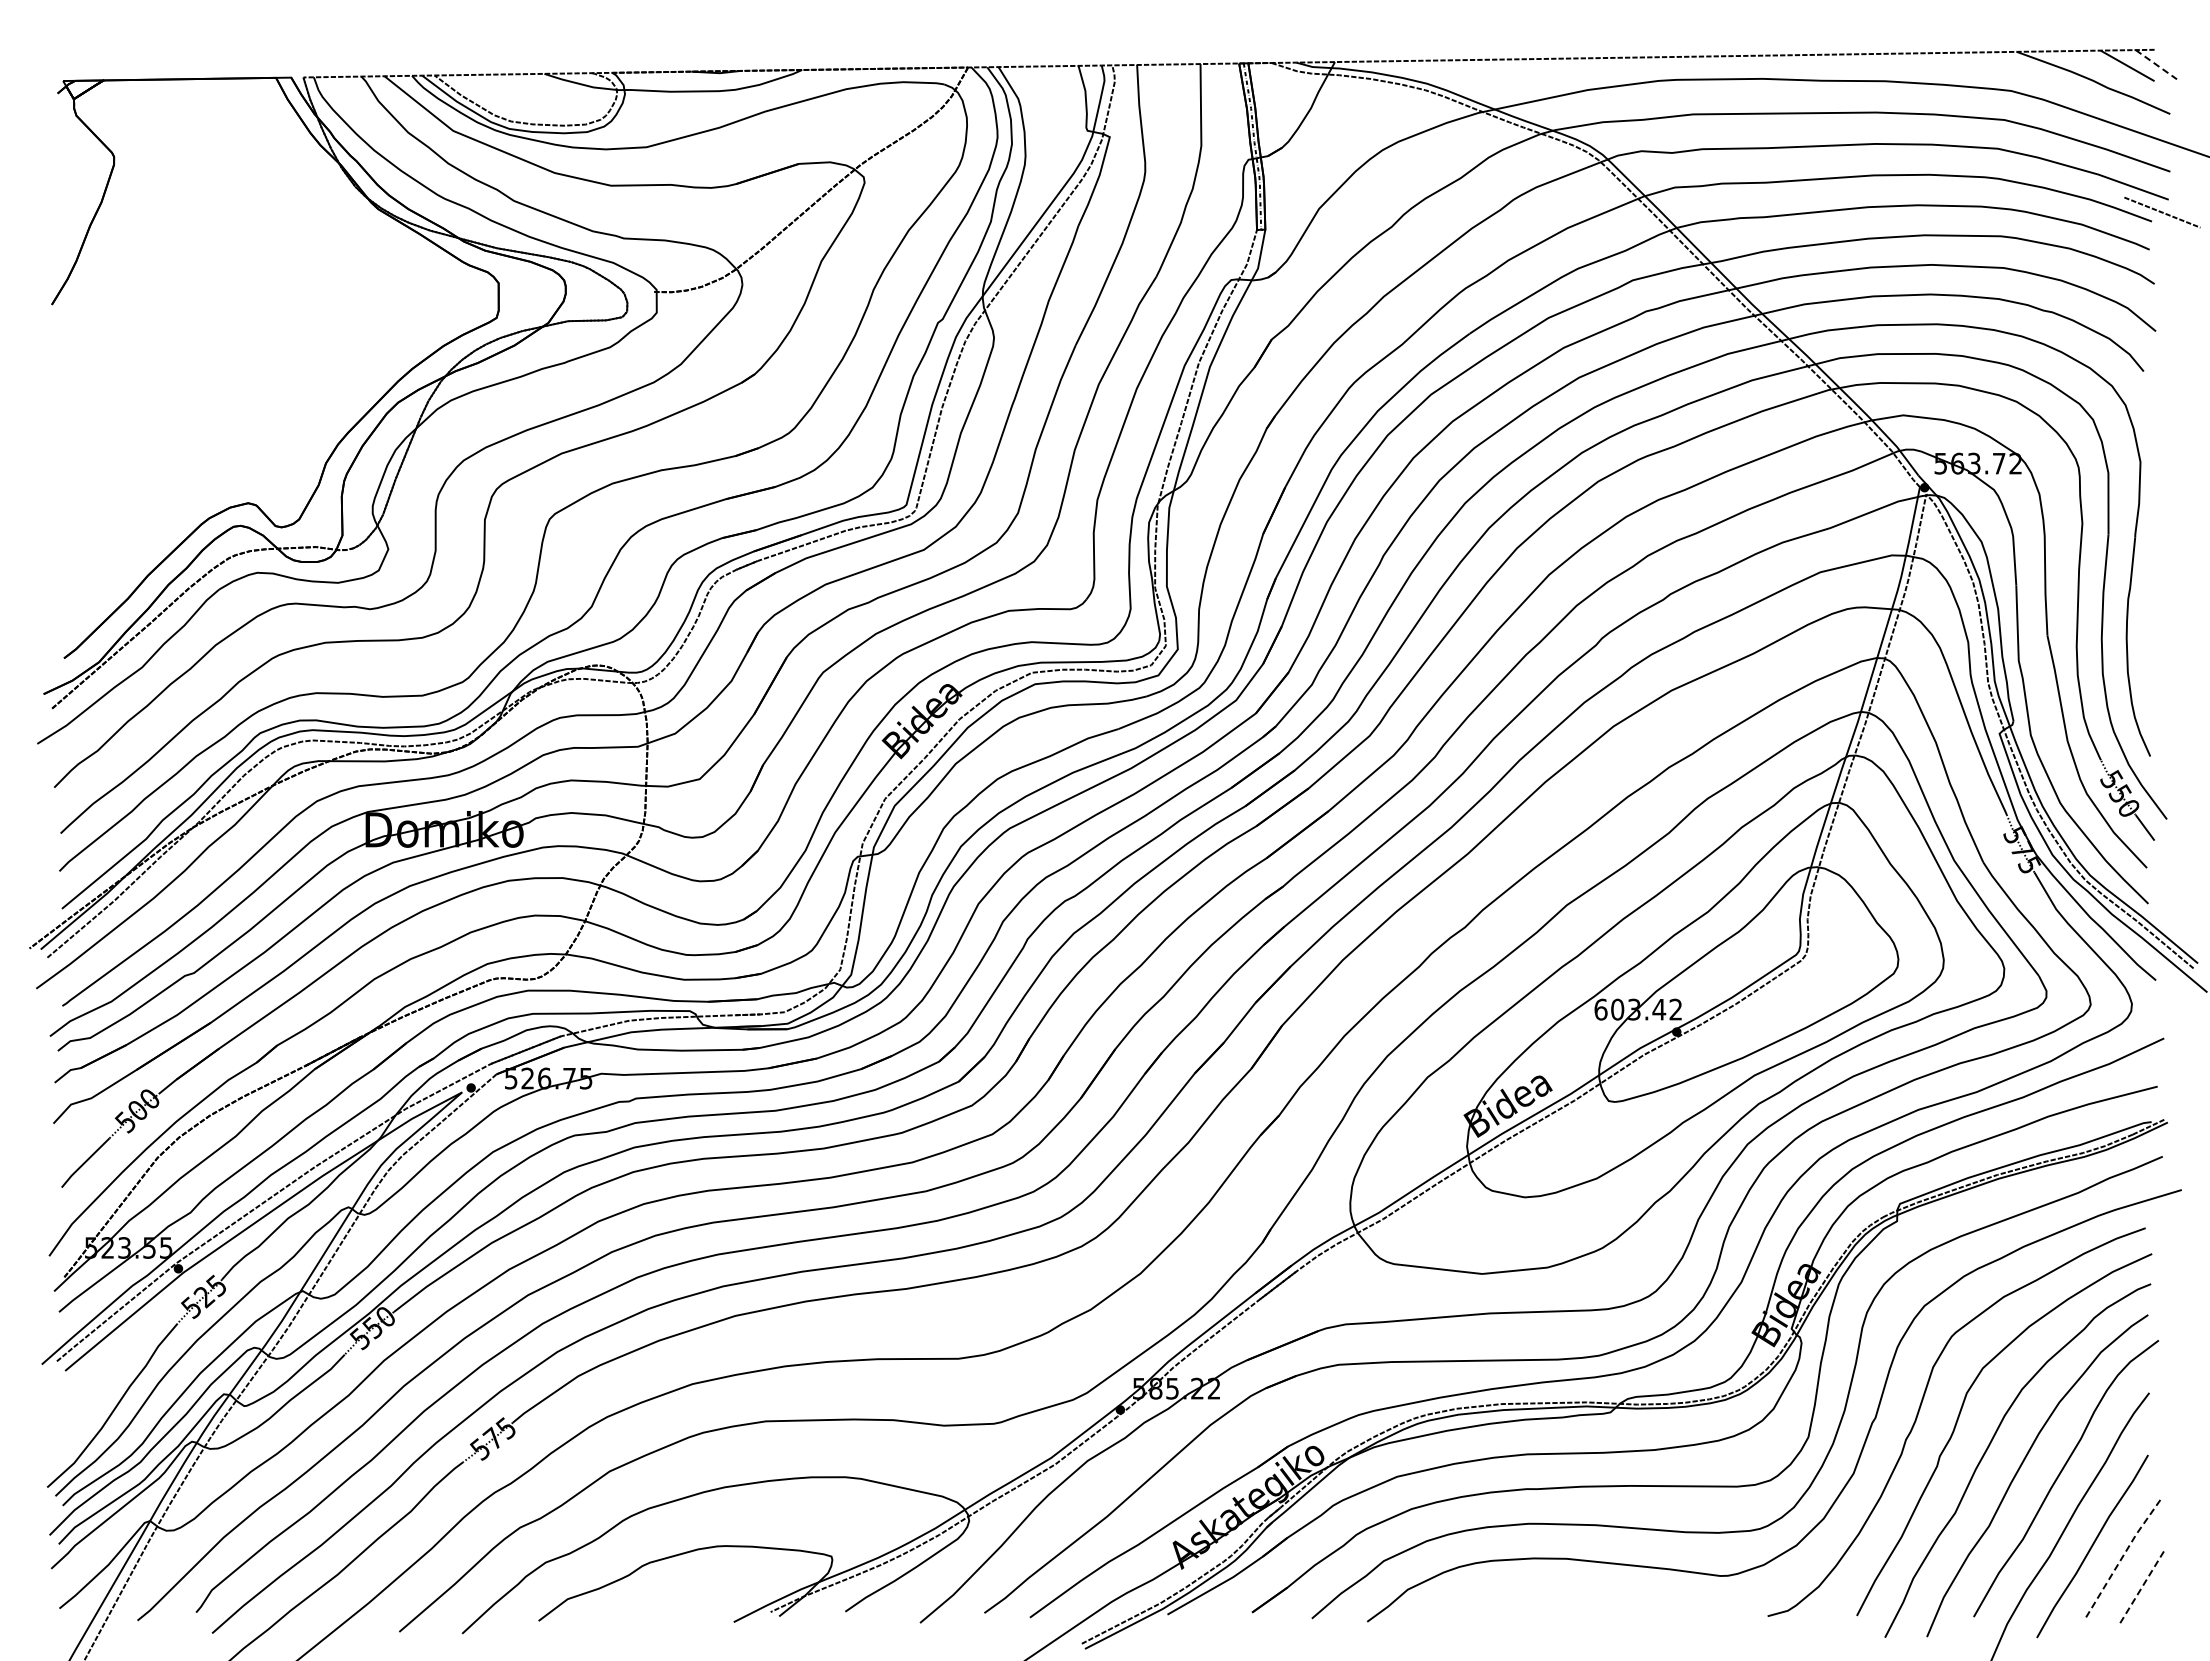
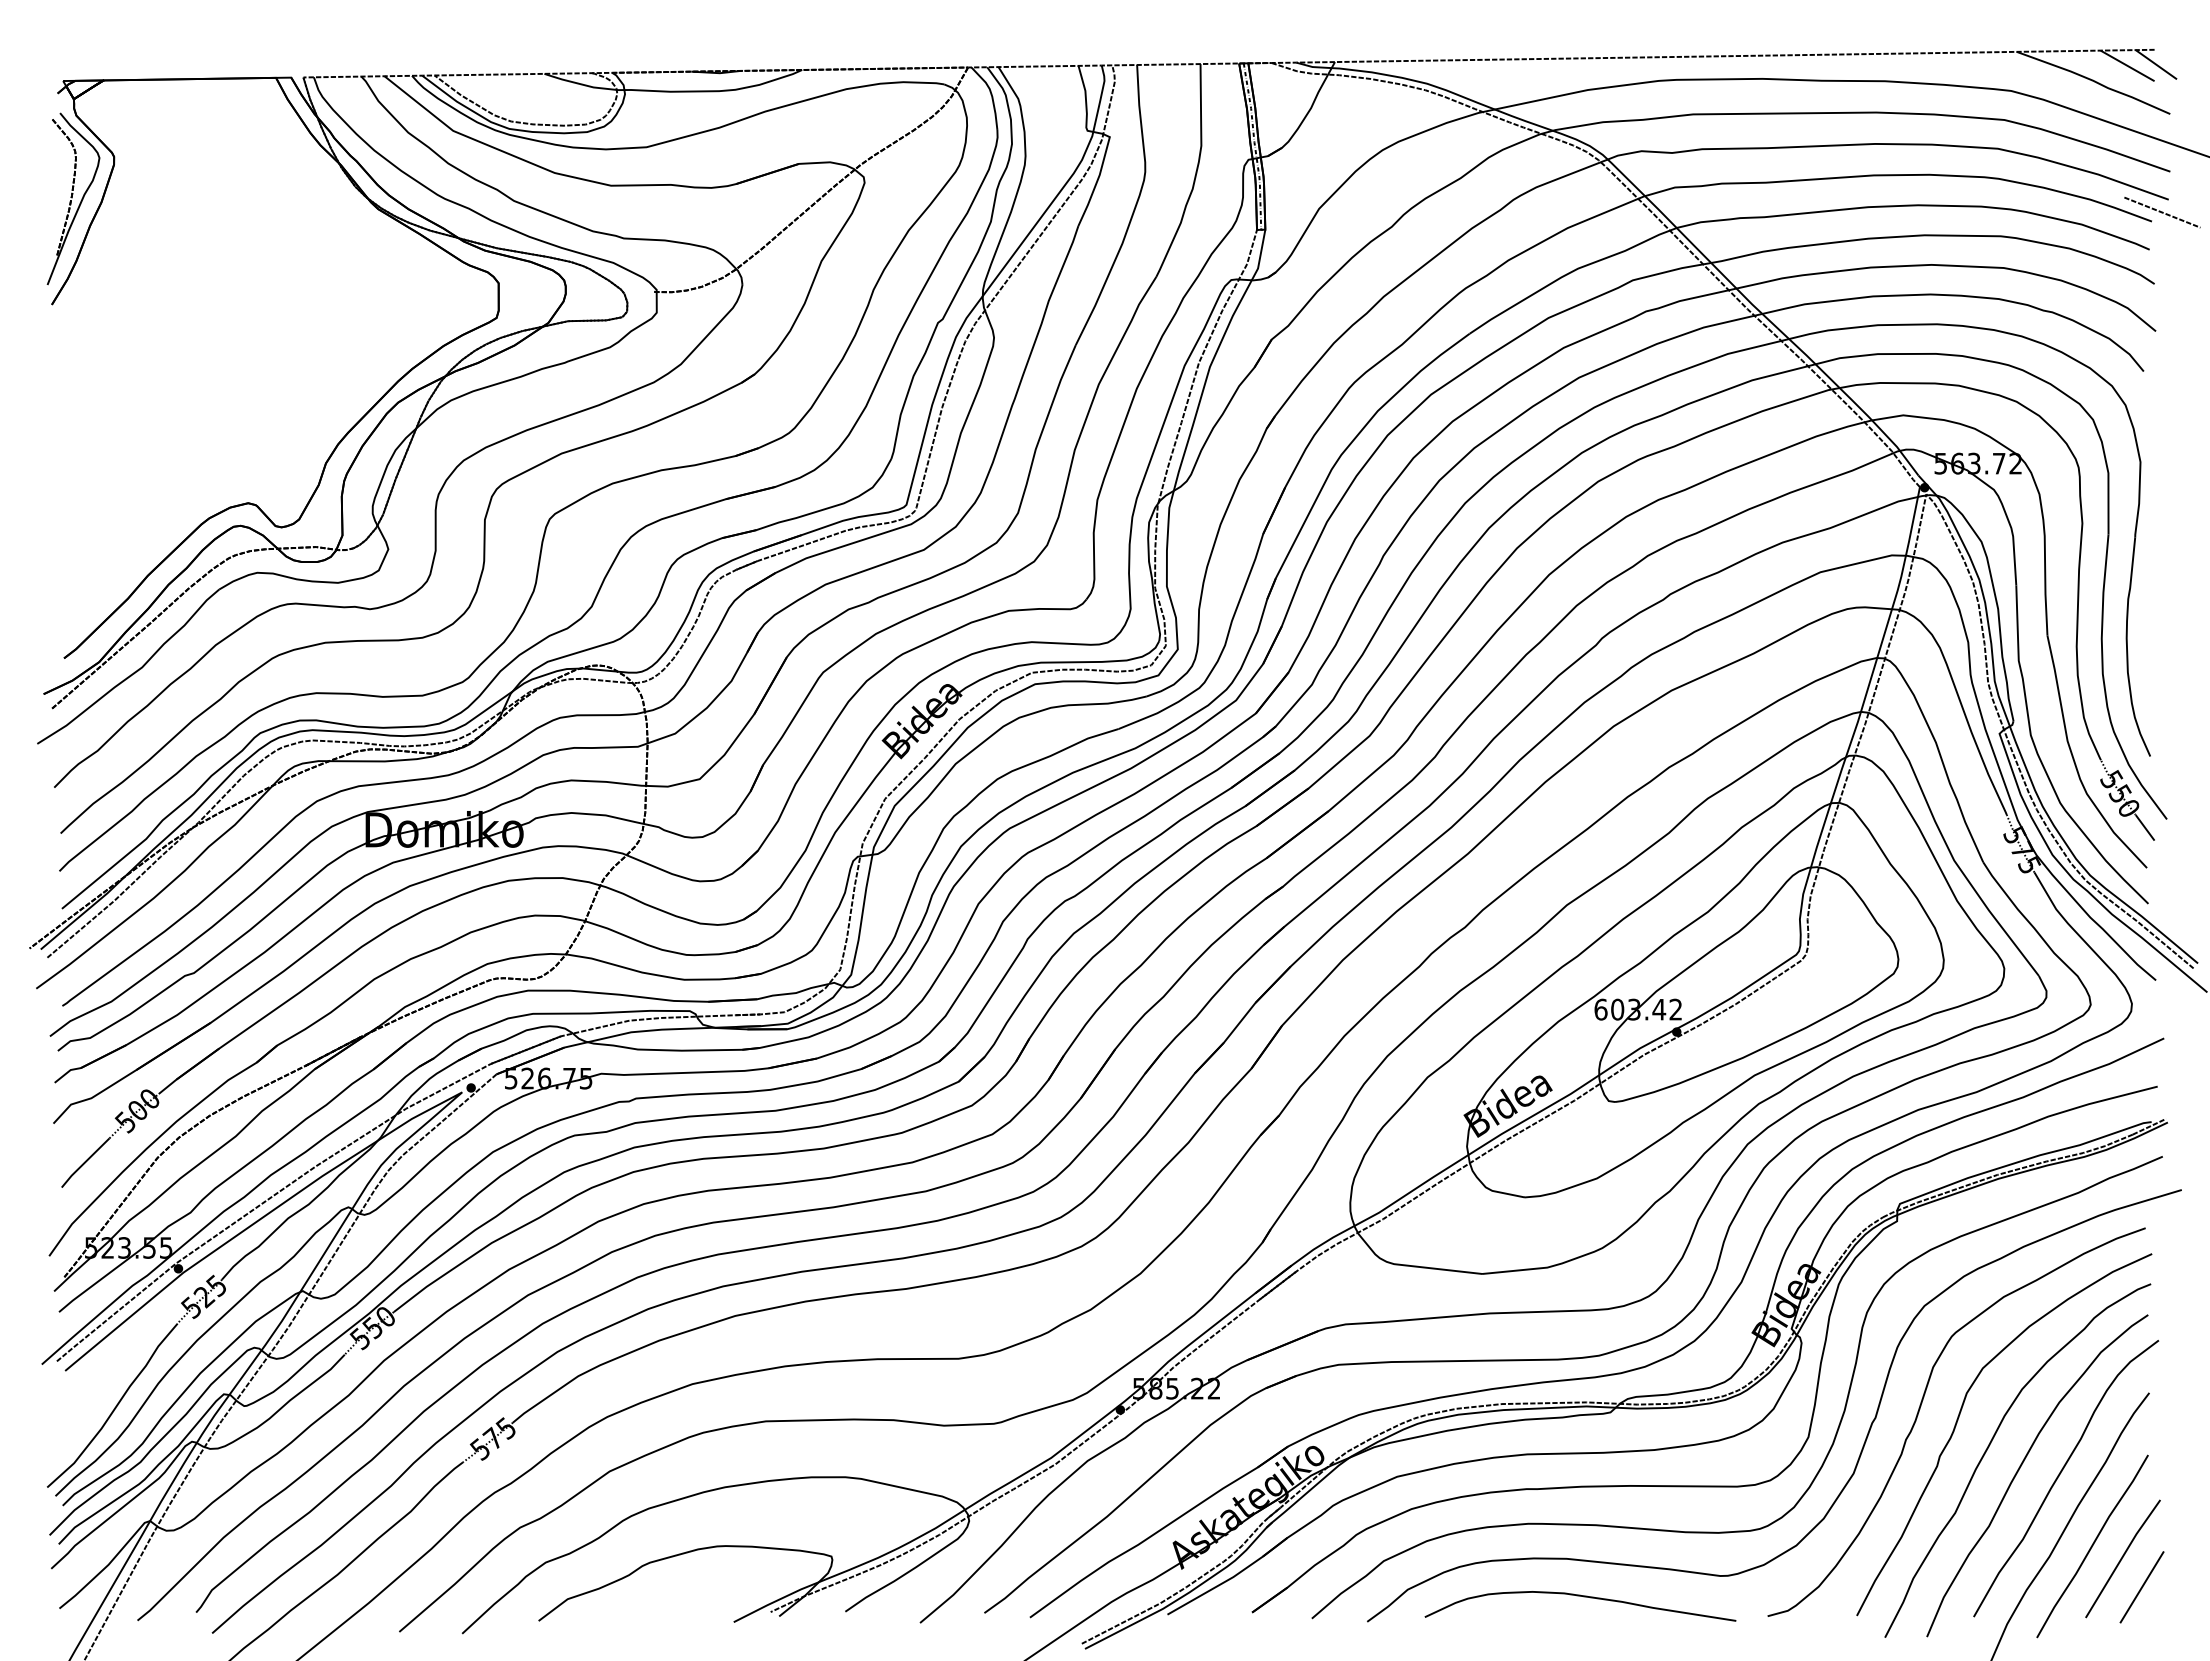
line at (2156, 65): dashed -> solid
part at (73, 198): none -> present
line at (2122, 1557): dashed -> solid
line at (2141, 1587): dashed -> solid
curve at (1583, 1597): none -> present
